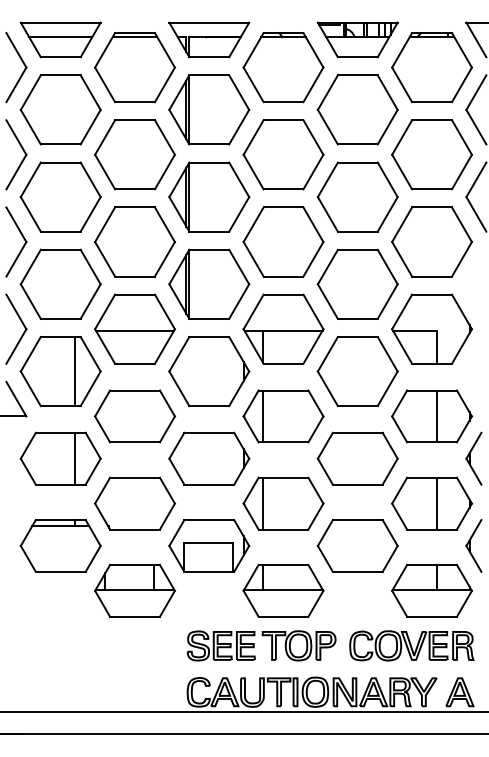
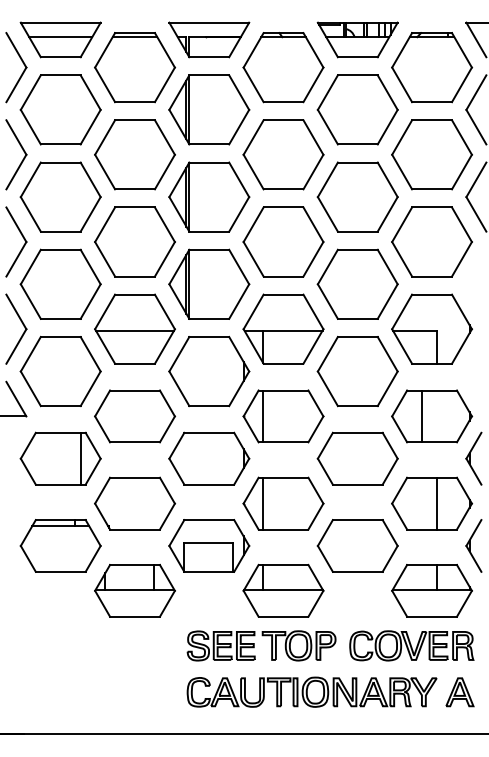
line at (74, 371): present -> none
line at (436, 416) position: (436, 416) -> (421, 416)
line at (74, 458) position: (74, 458) -> (80, 458)
line at (243, 711): present -> none
